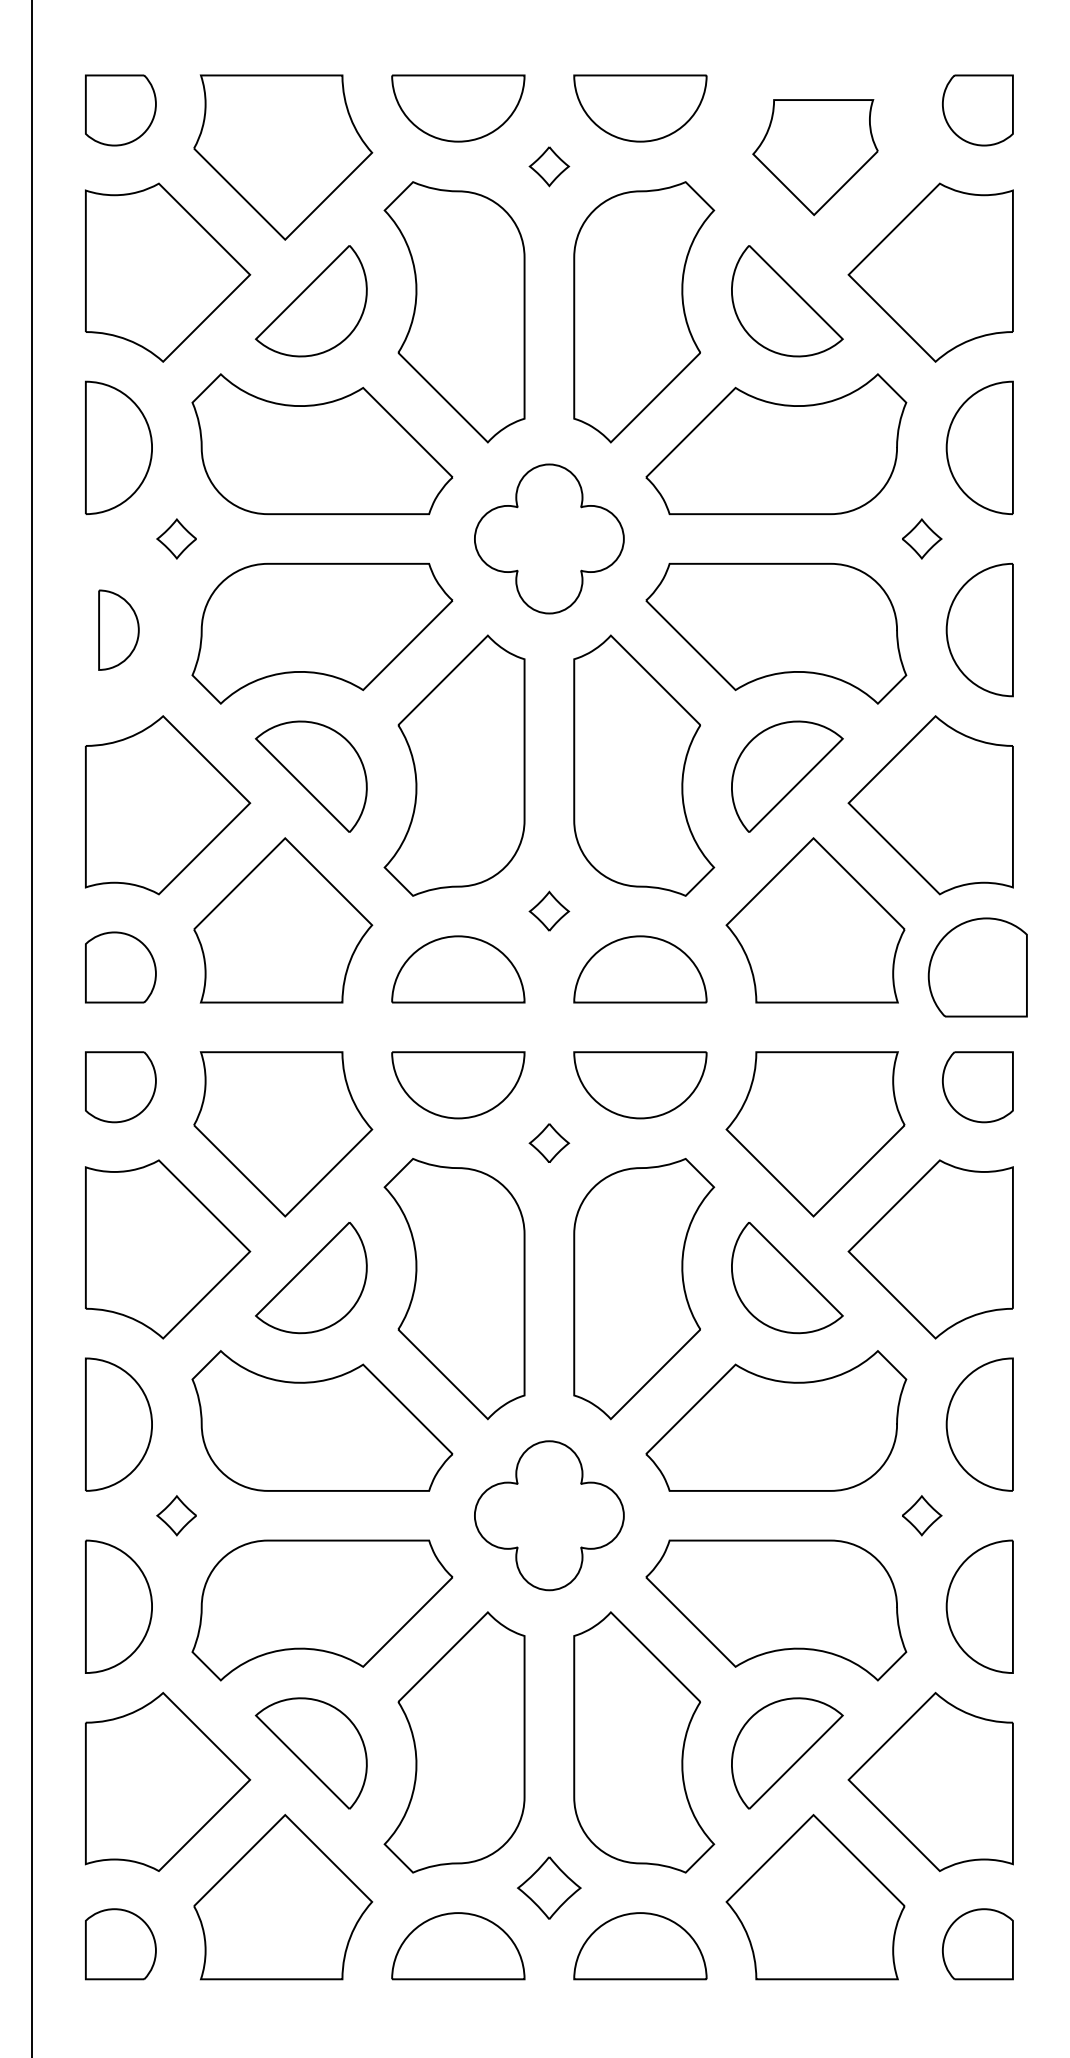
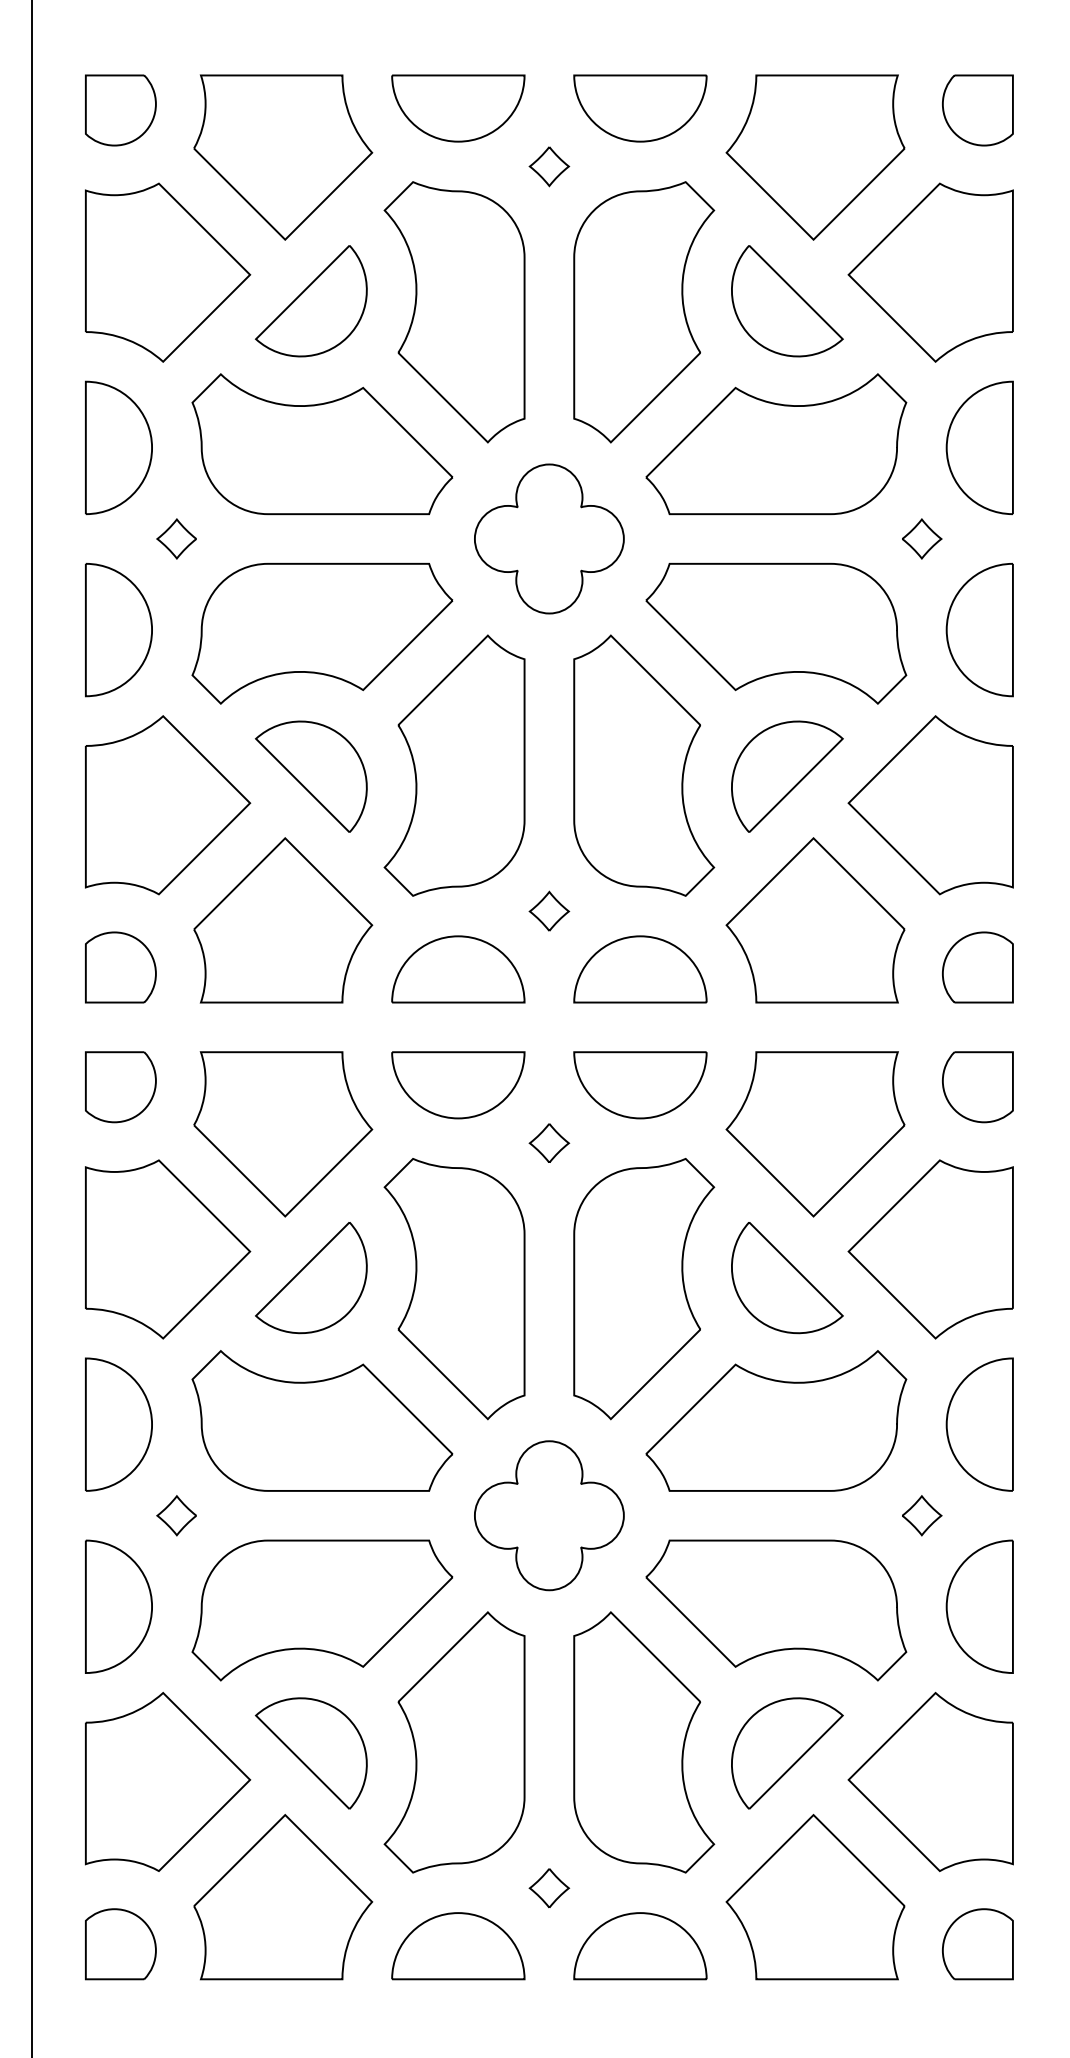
part at (815, 157) size: 127x118 px -> 181x167 px
part at (118, 629) size: 42x82 px -> 68x135 px
part at (977, 967) size: 101x101 px -> 72x73 px
part at (549, 1887) size: 65x64 px -> 43x41 px
